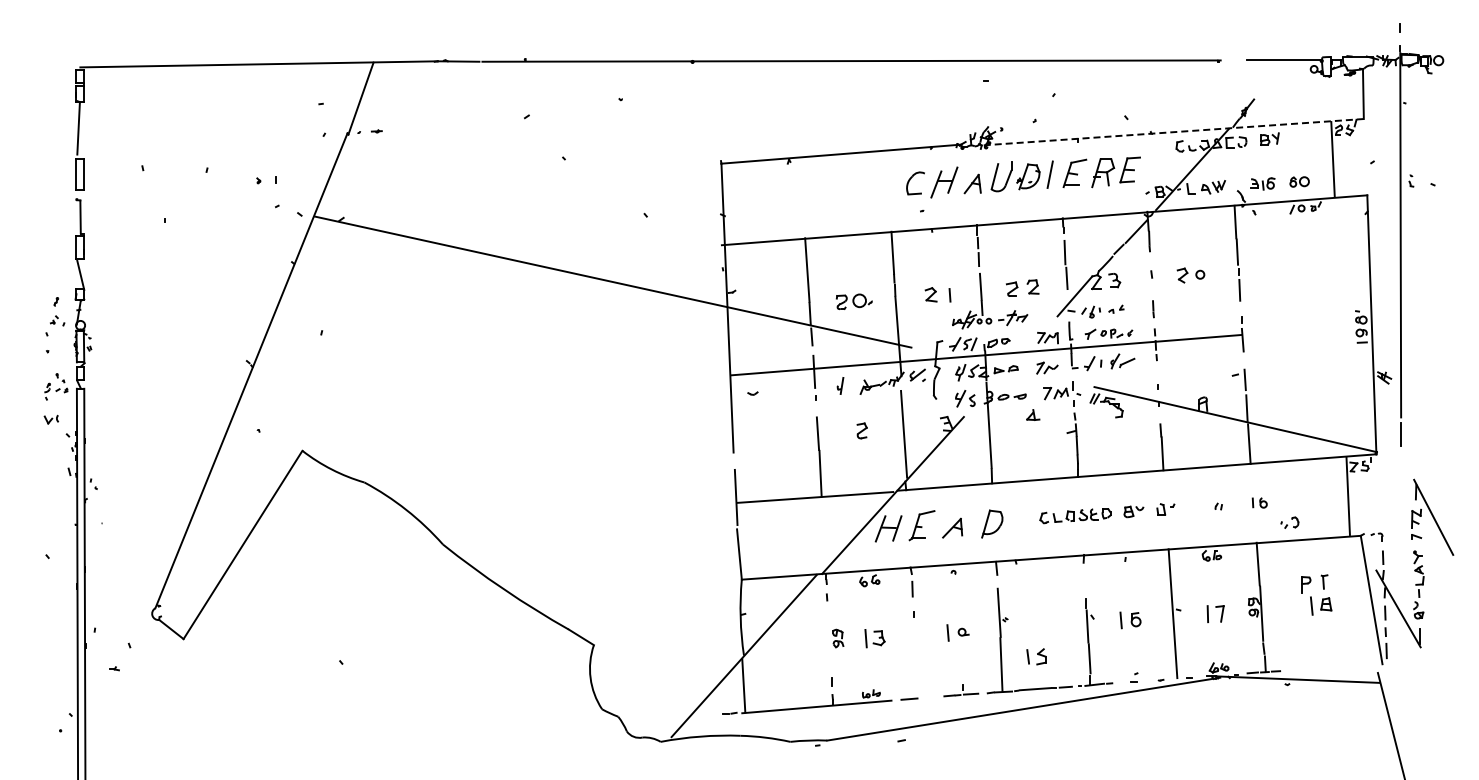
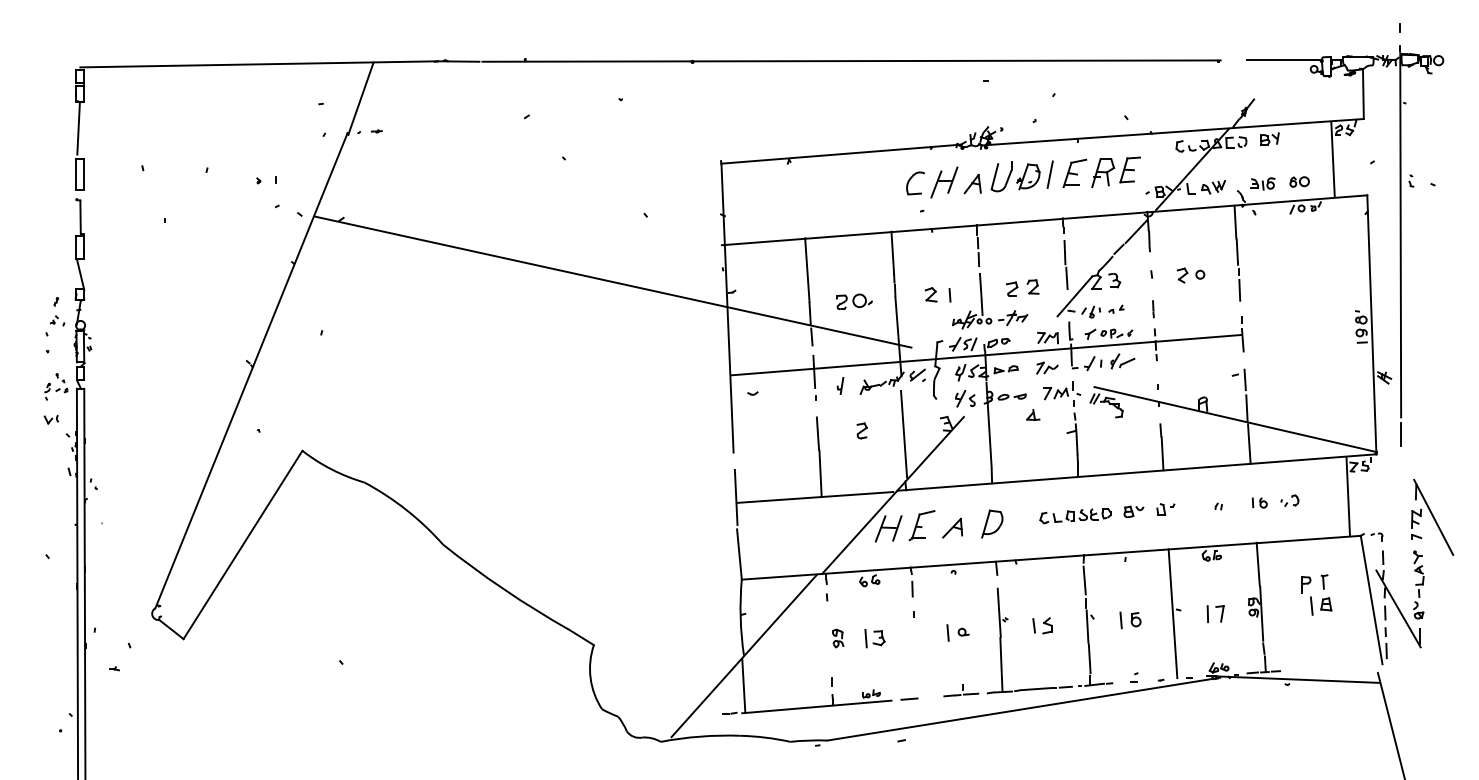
line at (1172, 132): dashed -> solid
part at (1289, 522) position: (1289, 522) -> (1289, 500)
line at (1084, 580): none -> present
part at (1036, 656) position: (1036, 656) -> (1042, 625)
